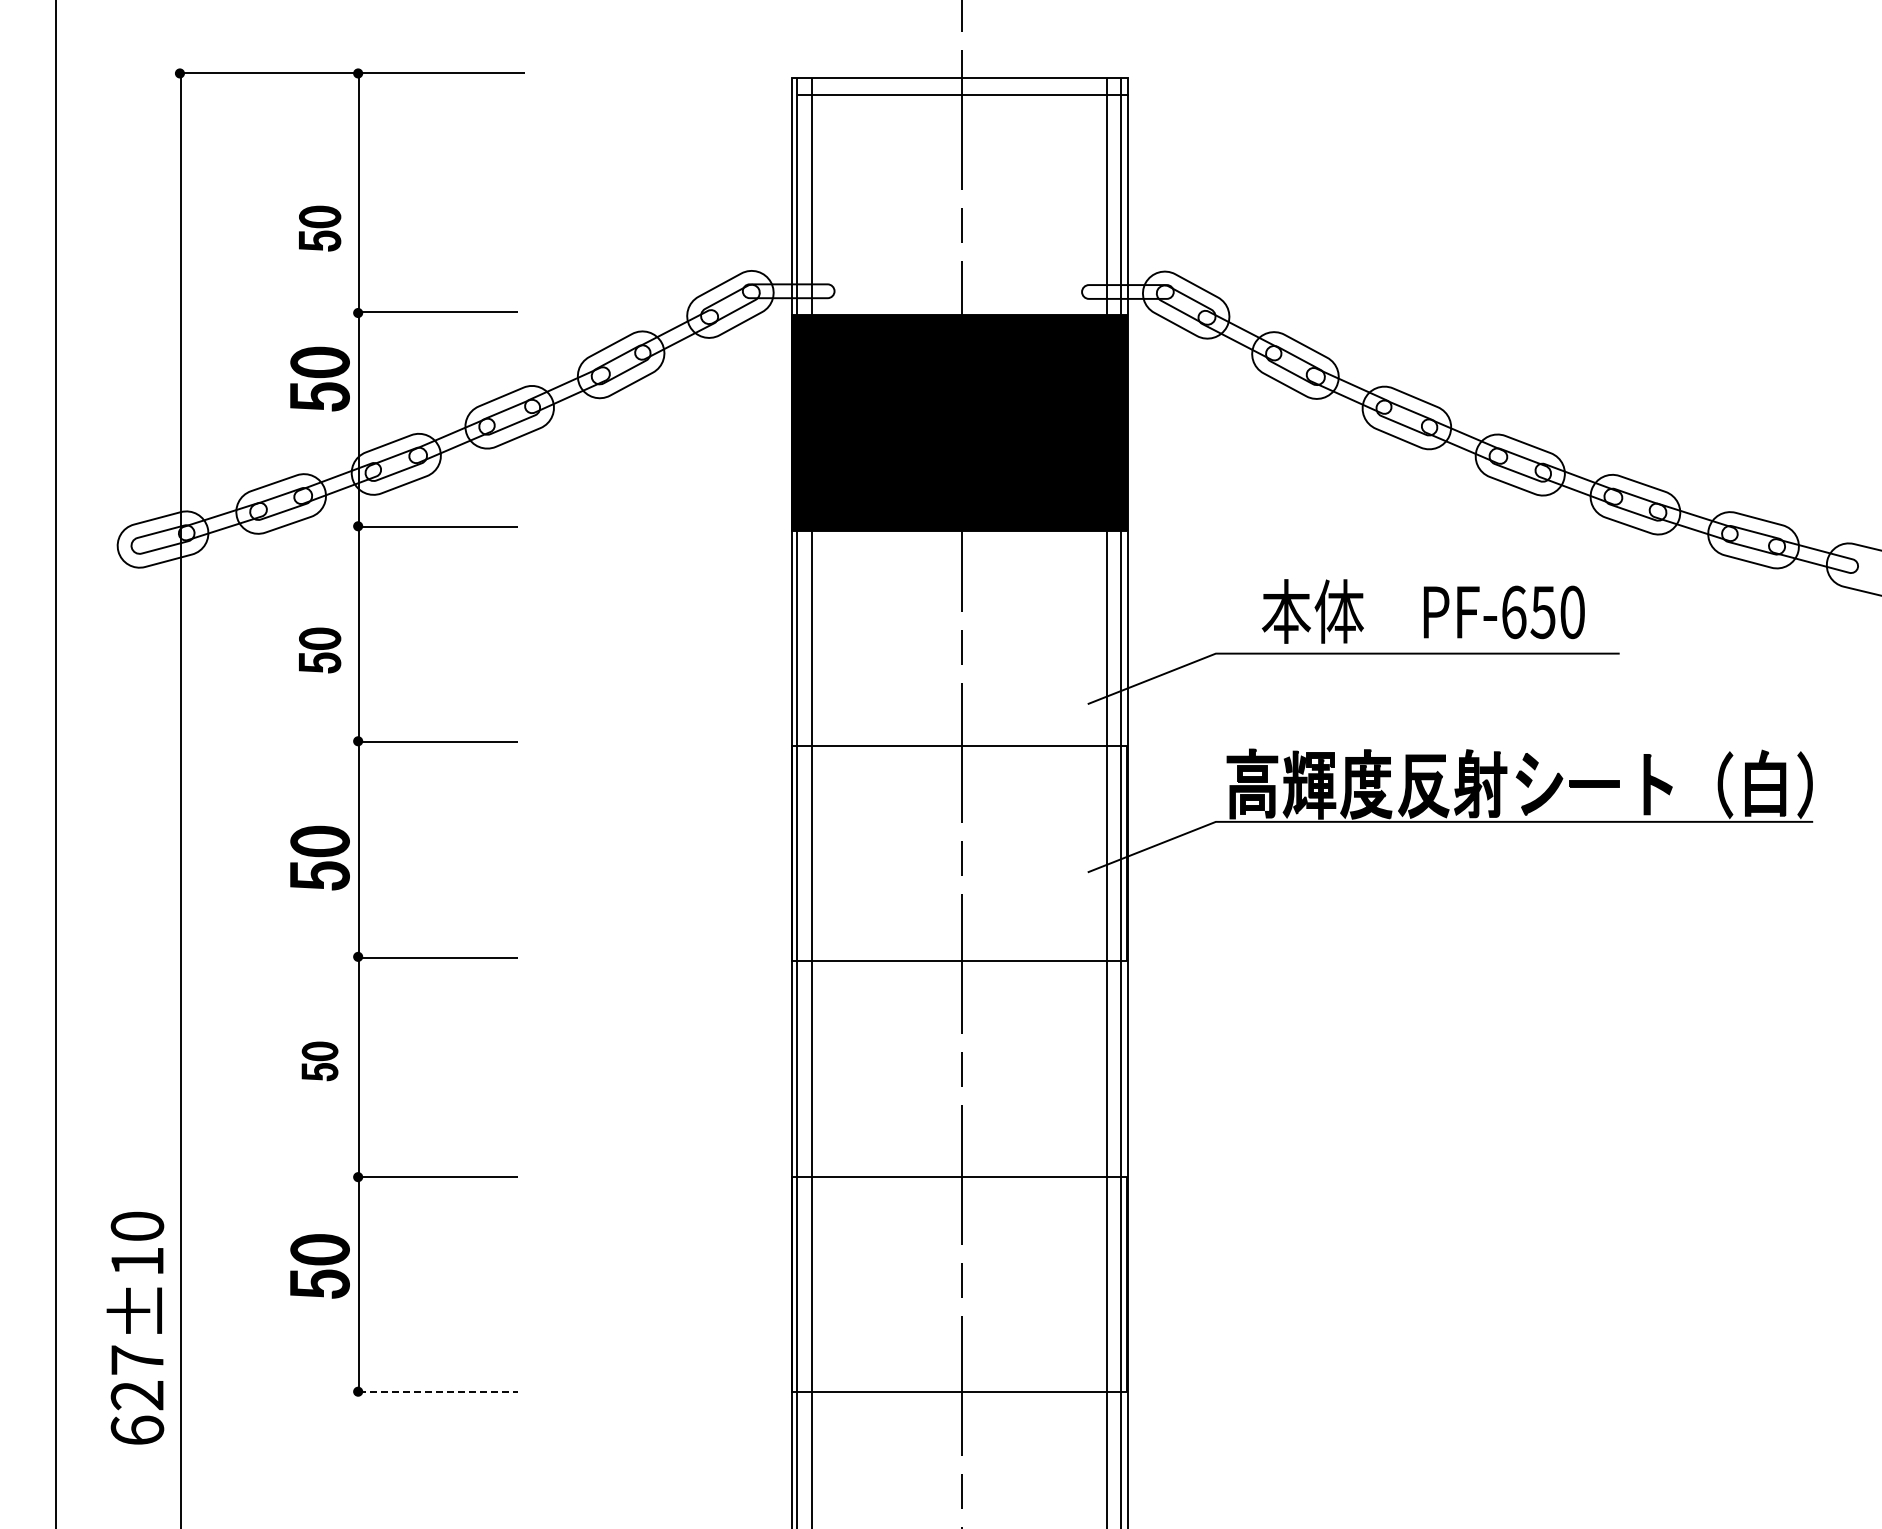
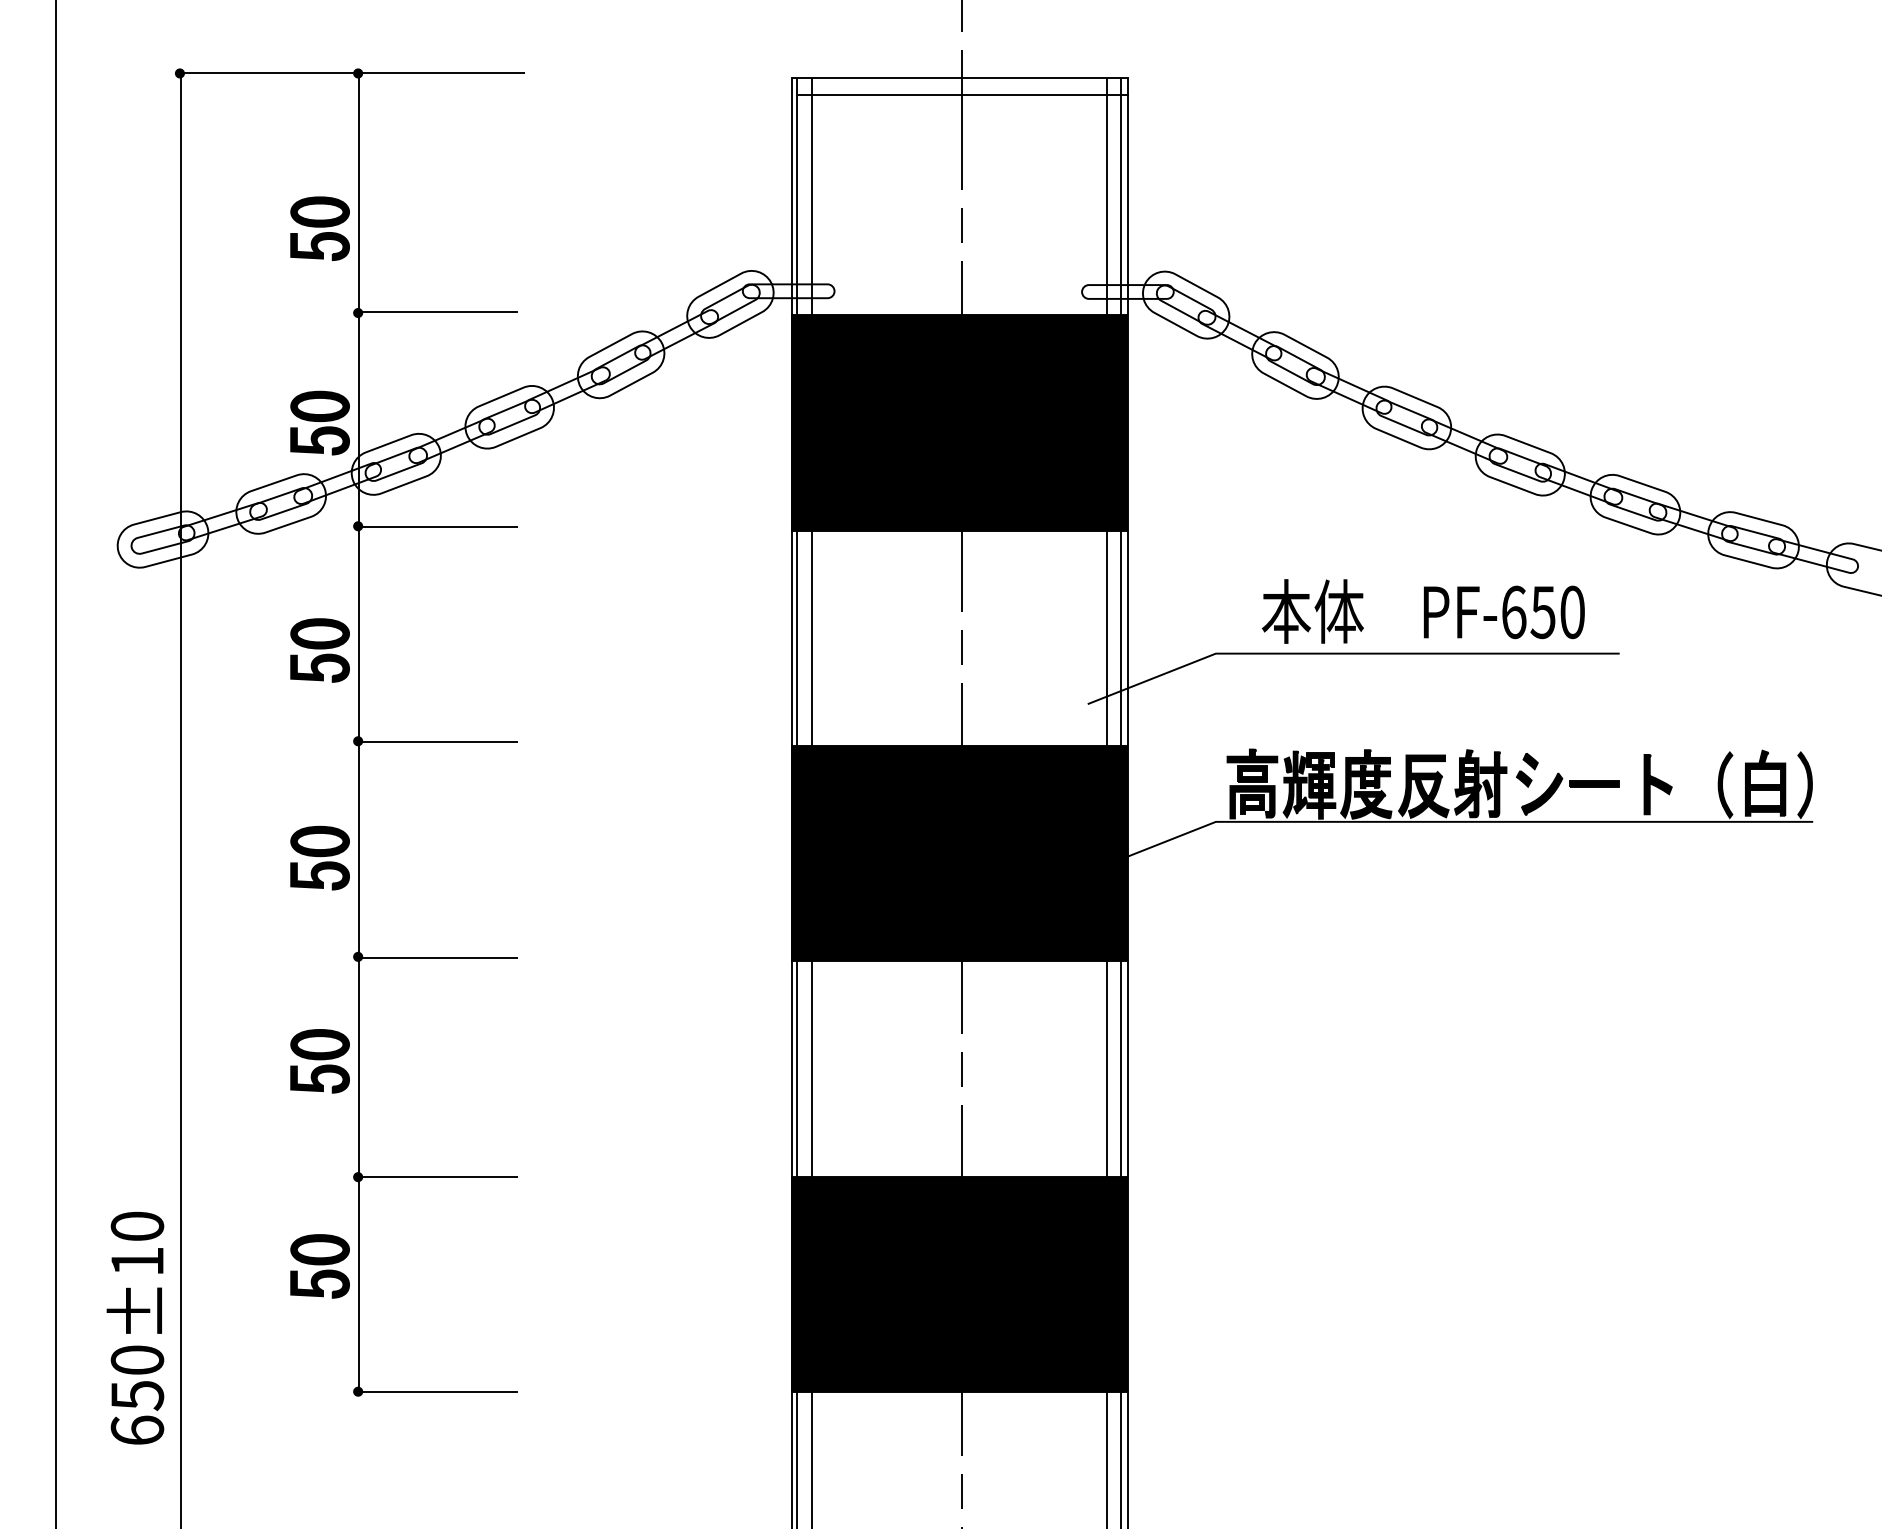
part at (320, 228) size: 43x47 px -> 60x65 px
part at (319, 378) position: (319, 378) -> (319, 422)
part at (320, 650) size: 43x47 px -> 60x65 px
fill at (959, 853): none -> present
part at (319, 1061) size: 38x41 px -> 60x65 px
fill at (959, 1283): none -> present
text at (137, 1377): 627±10 -> 650±10
line at (438, 1391): dashed -> solid
